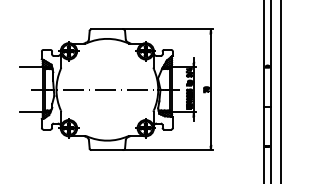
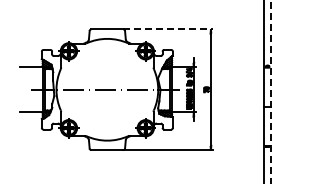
line at (168, 29): solid -> dashed
line at (281, 91): present -> none
line at (270, 92): solid -> dashed
